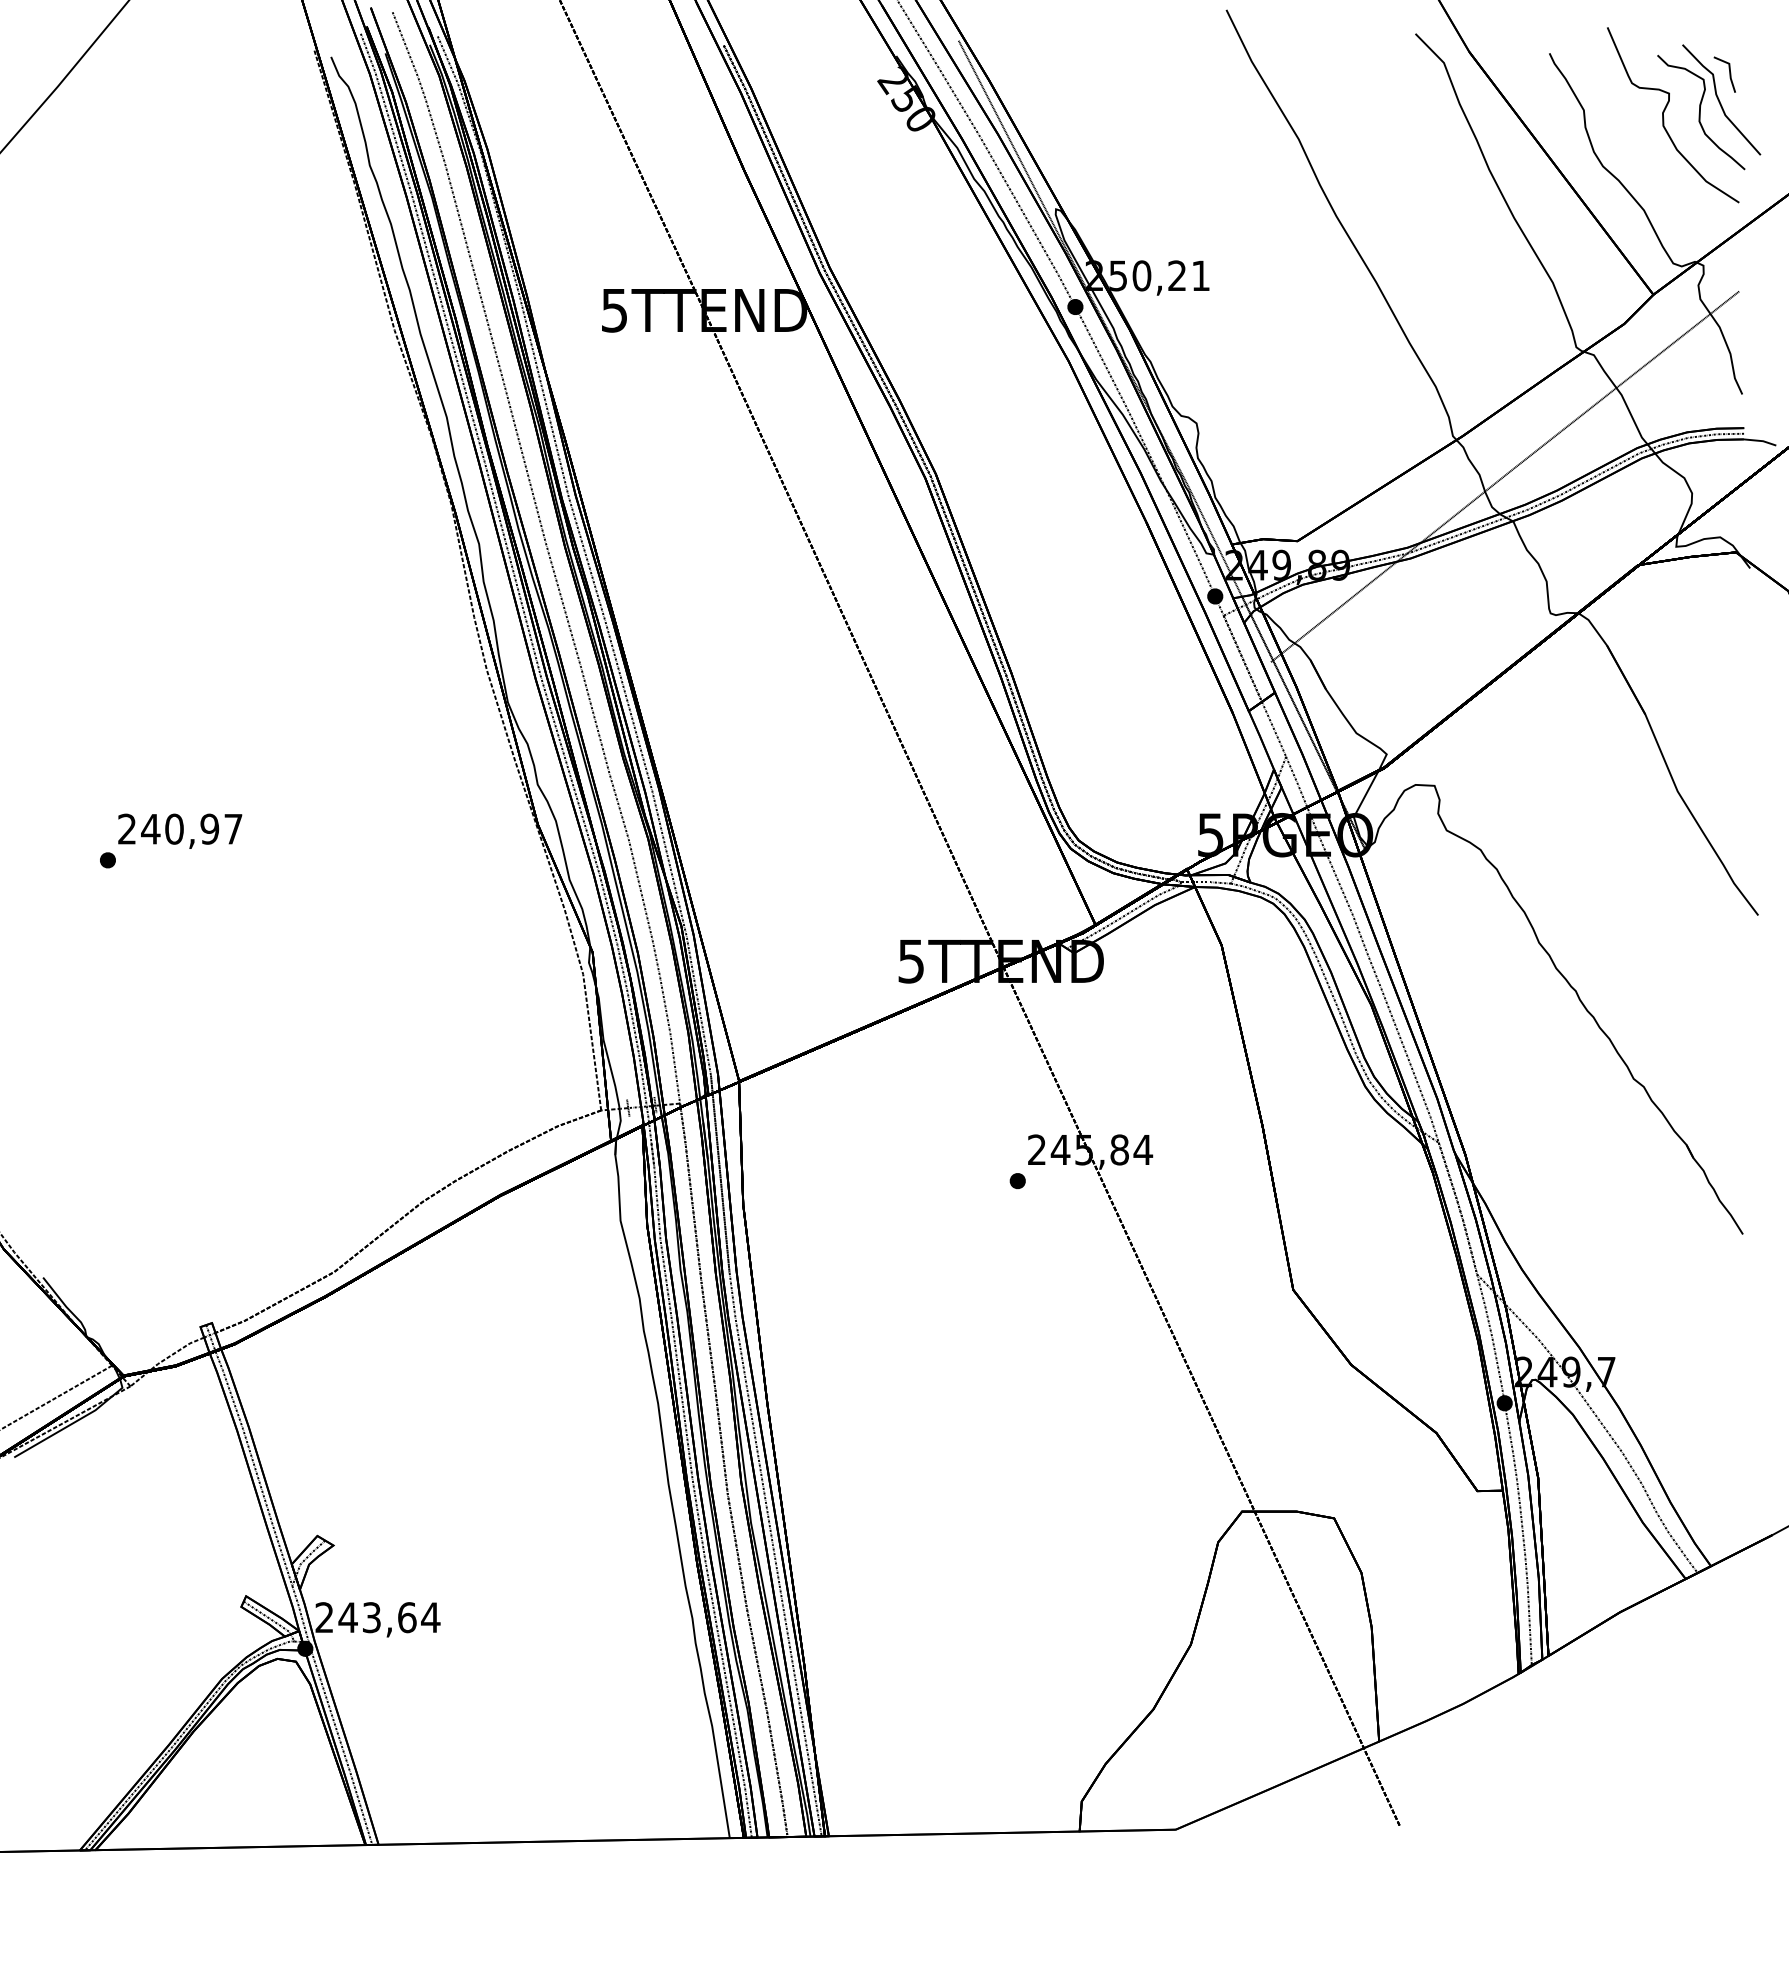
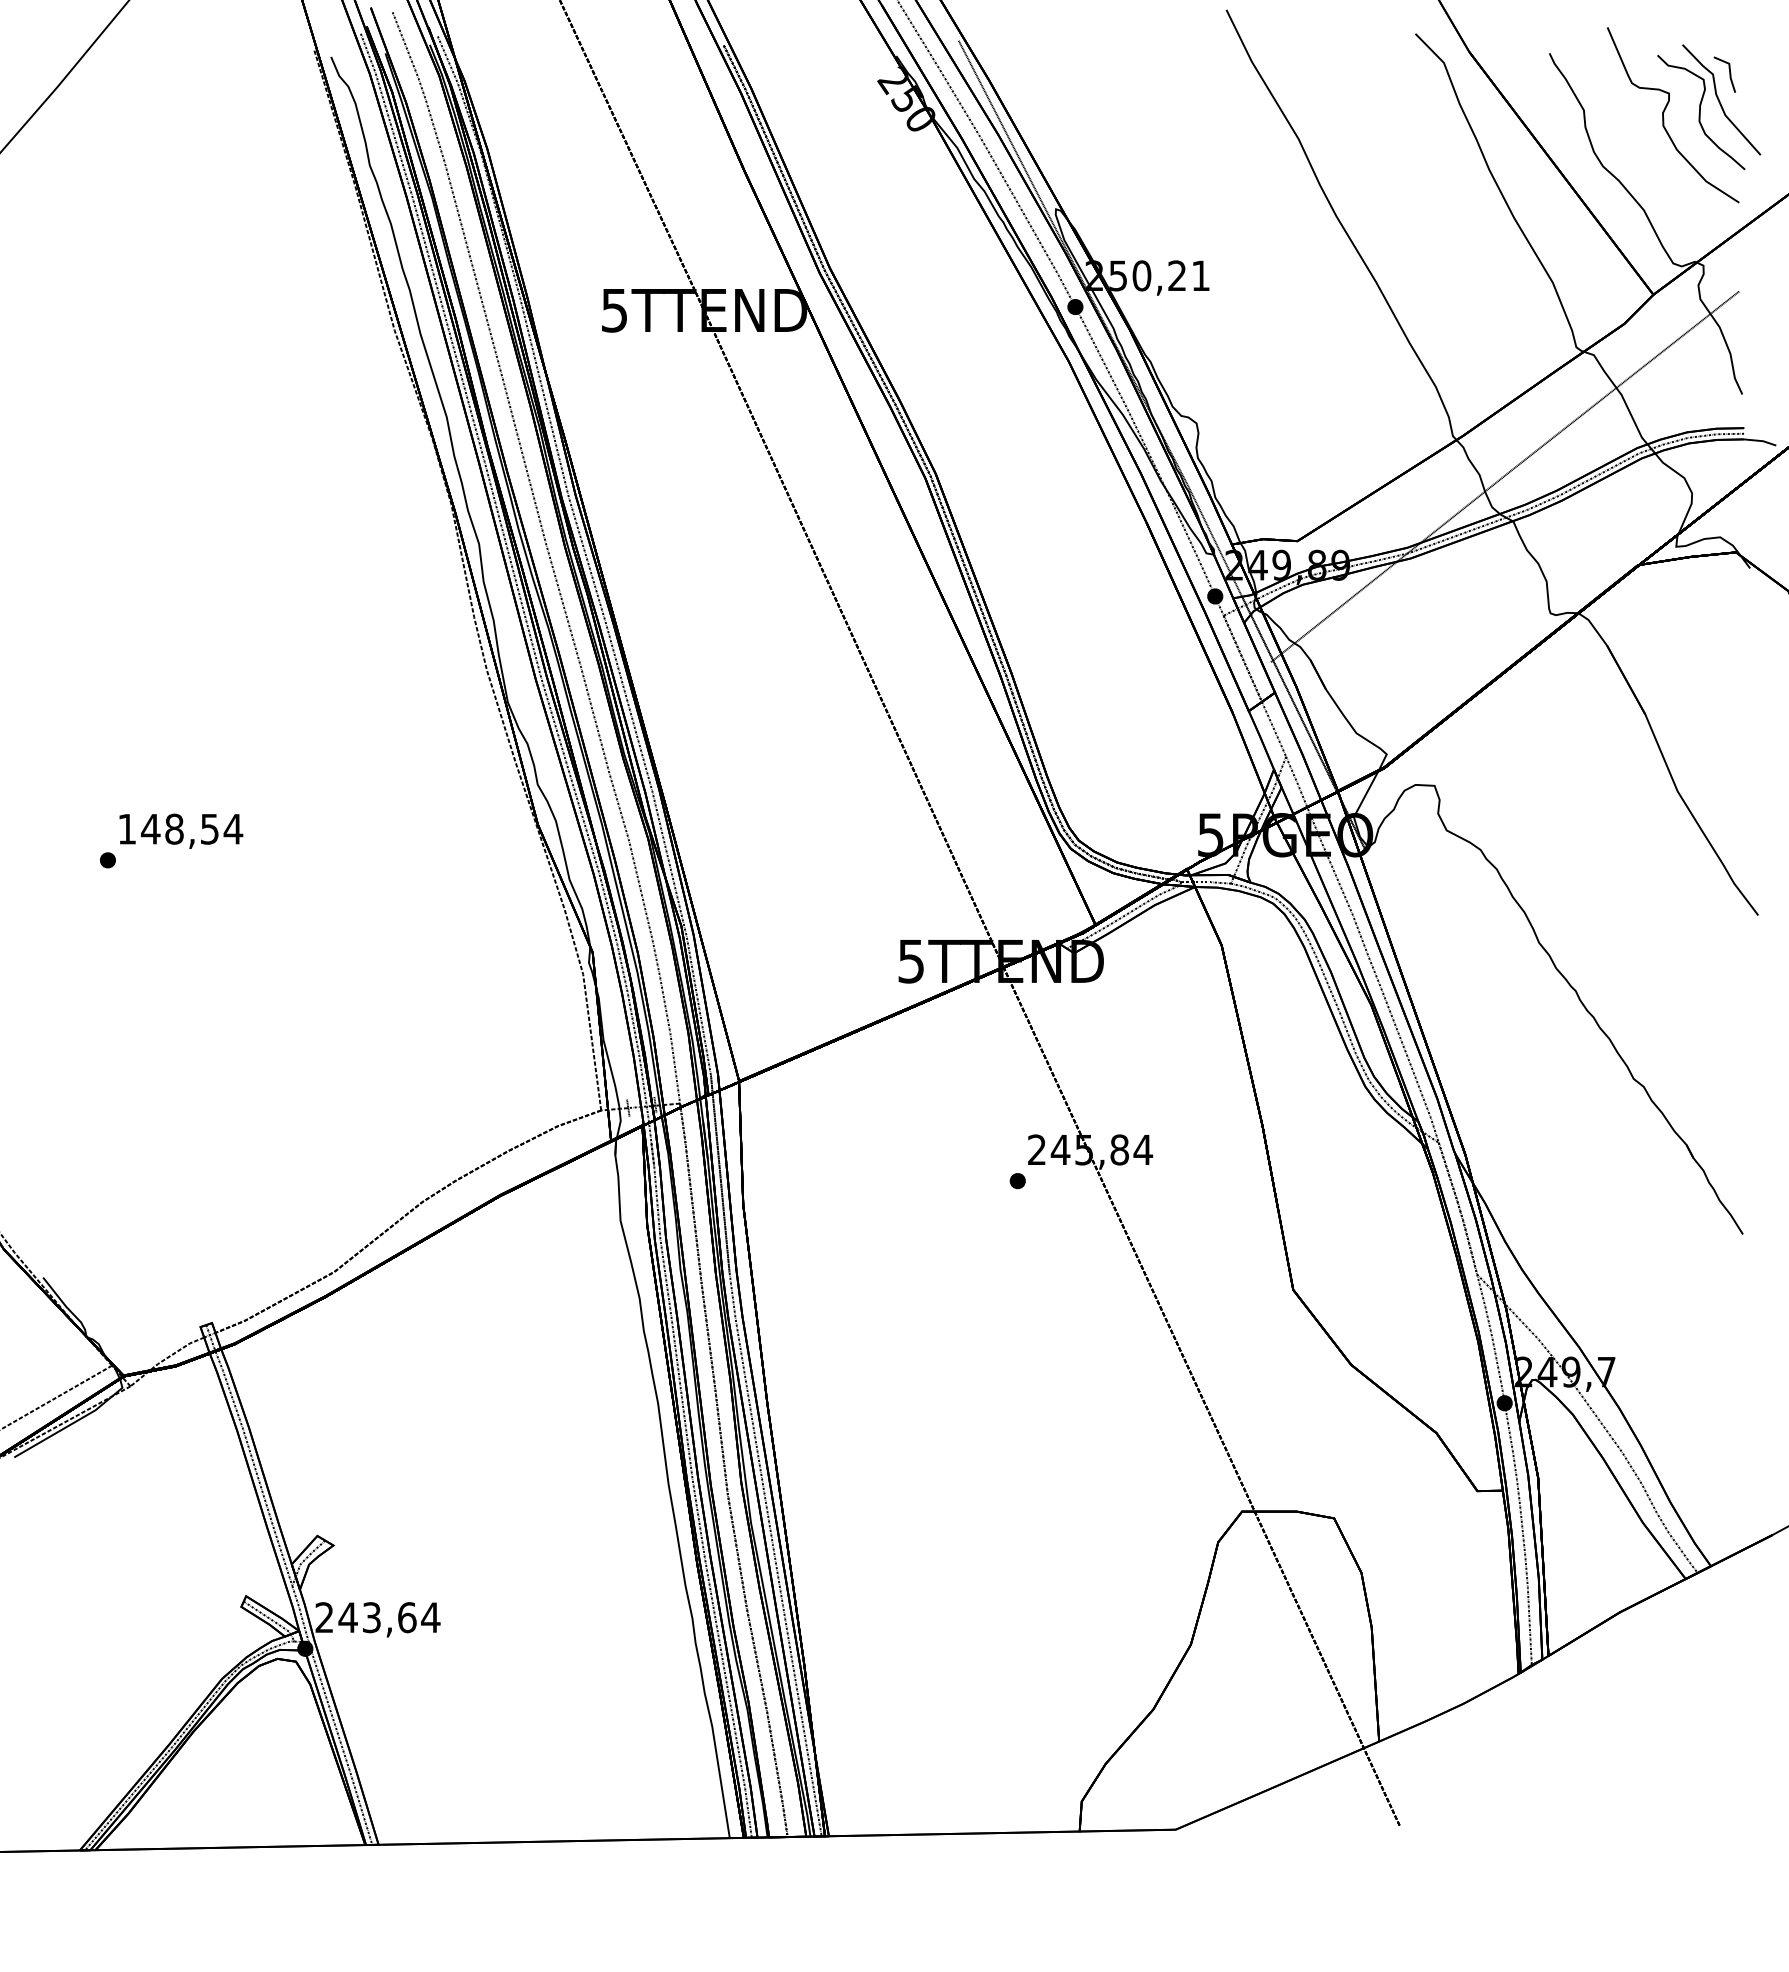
text at (180, 828): 240,97 -> 148,54
